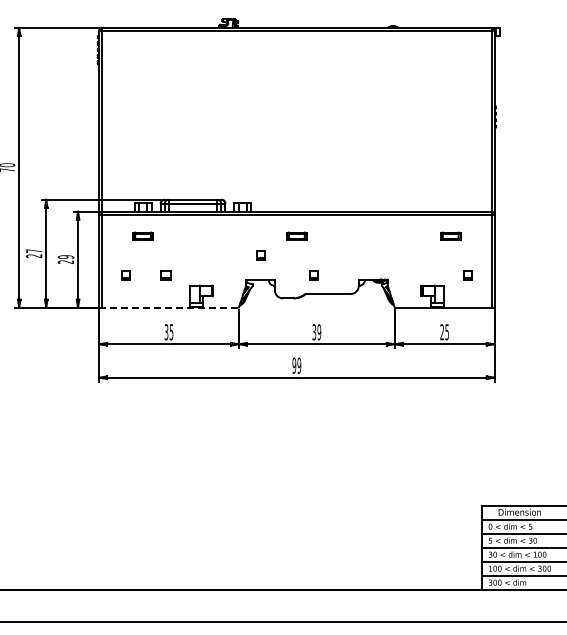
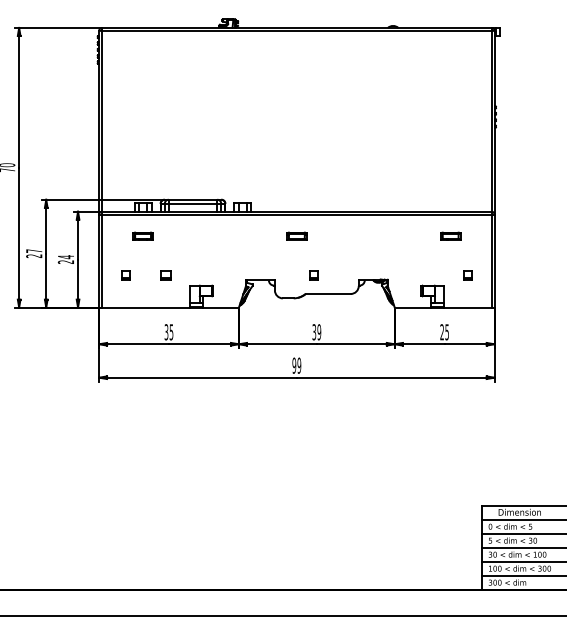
part at (260, 255): present -> none
text at (65, 257): 29 -> 24
line at (169, 307): dashed -> solid
line at (282, 621) position: (282, 621) -> (282, 615)
